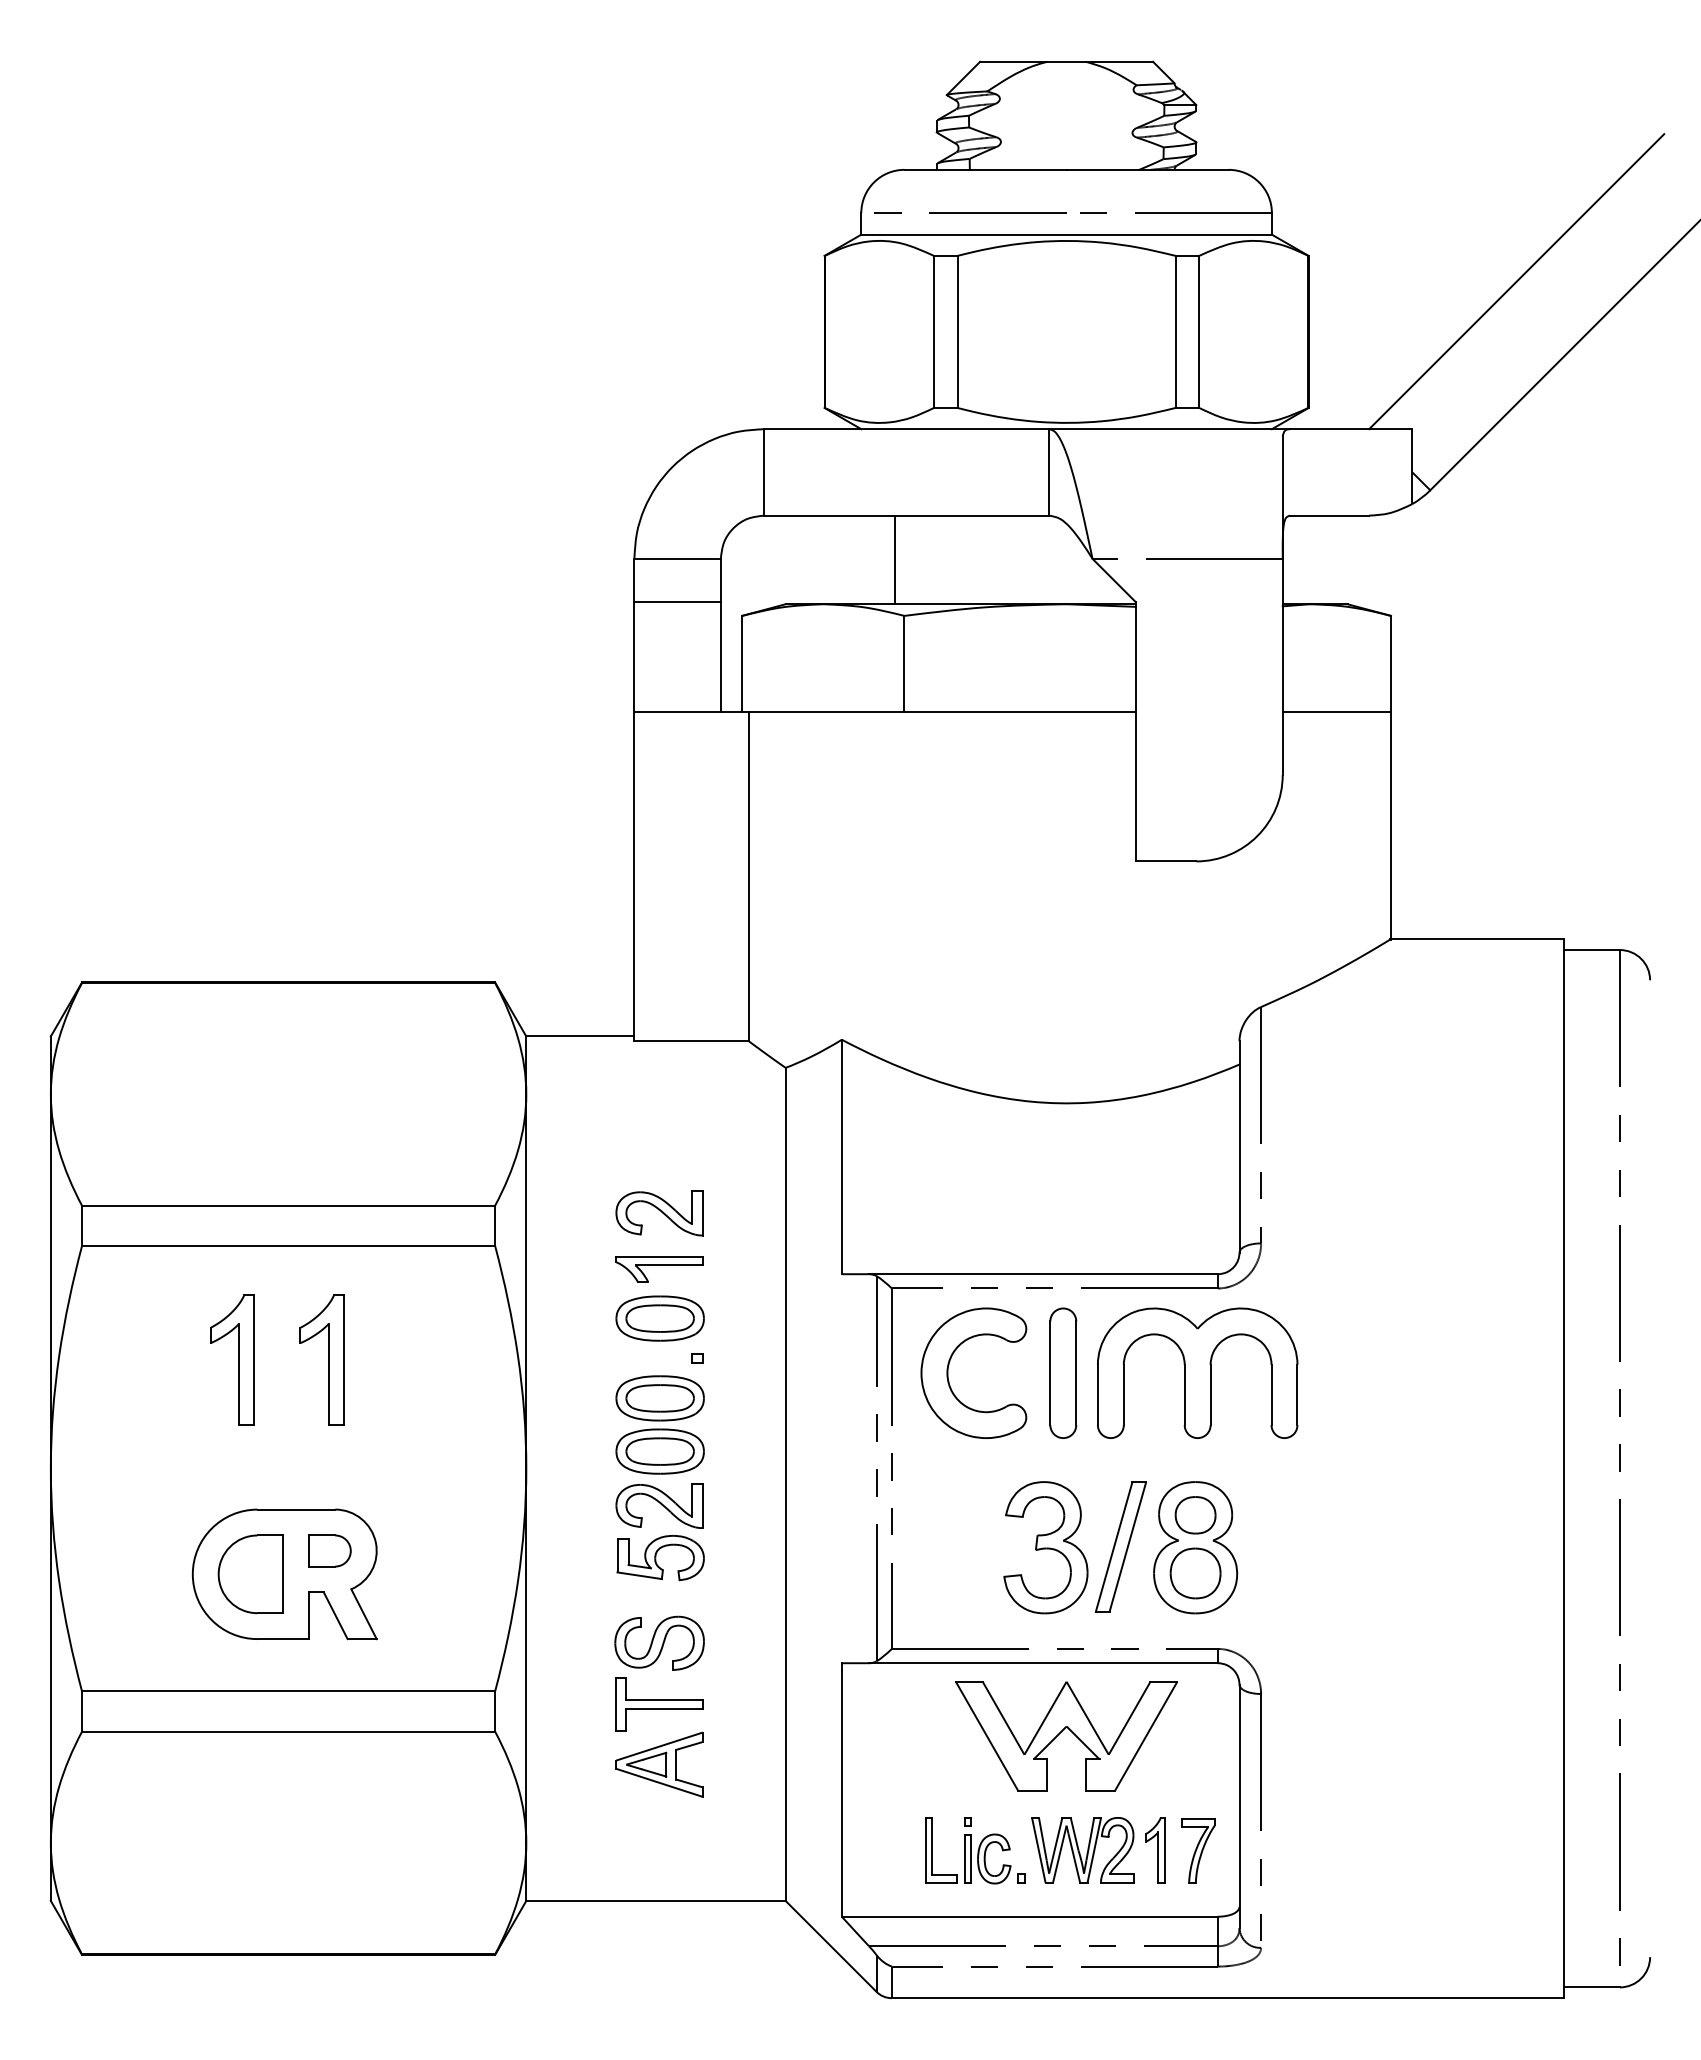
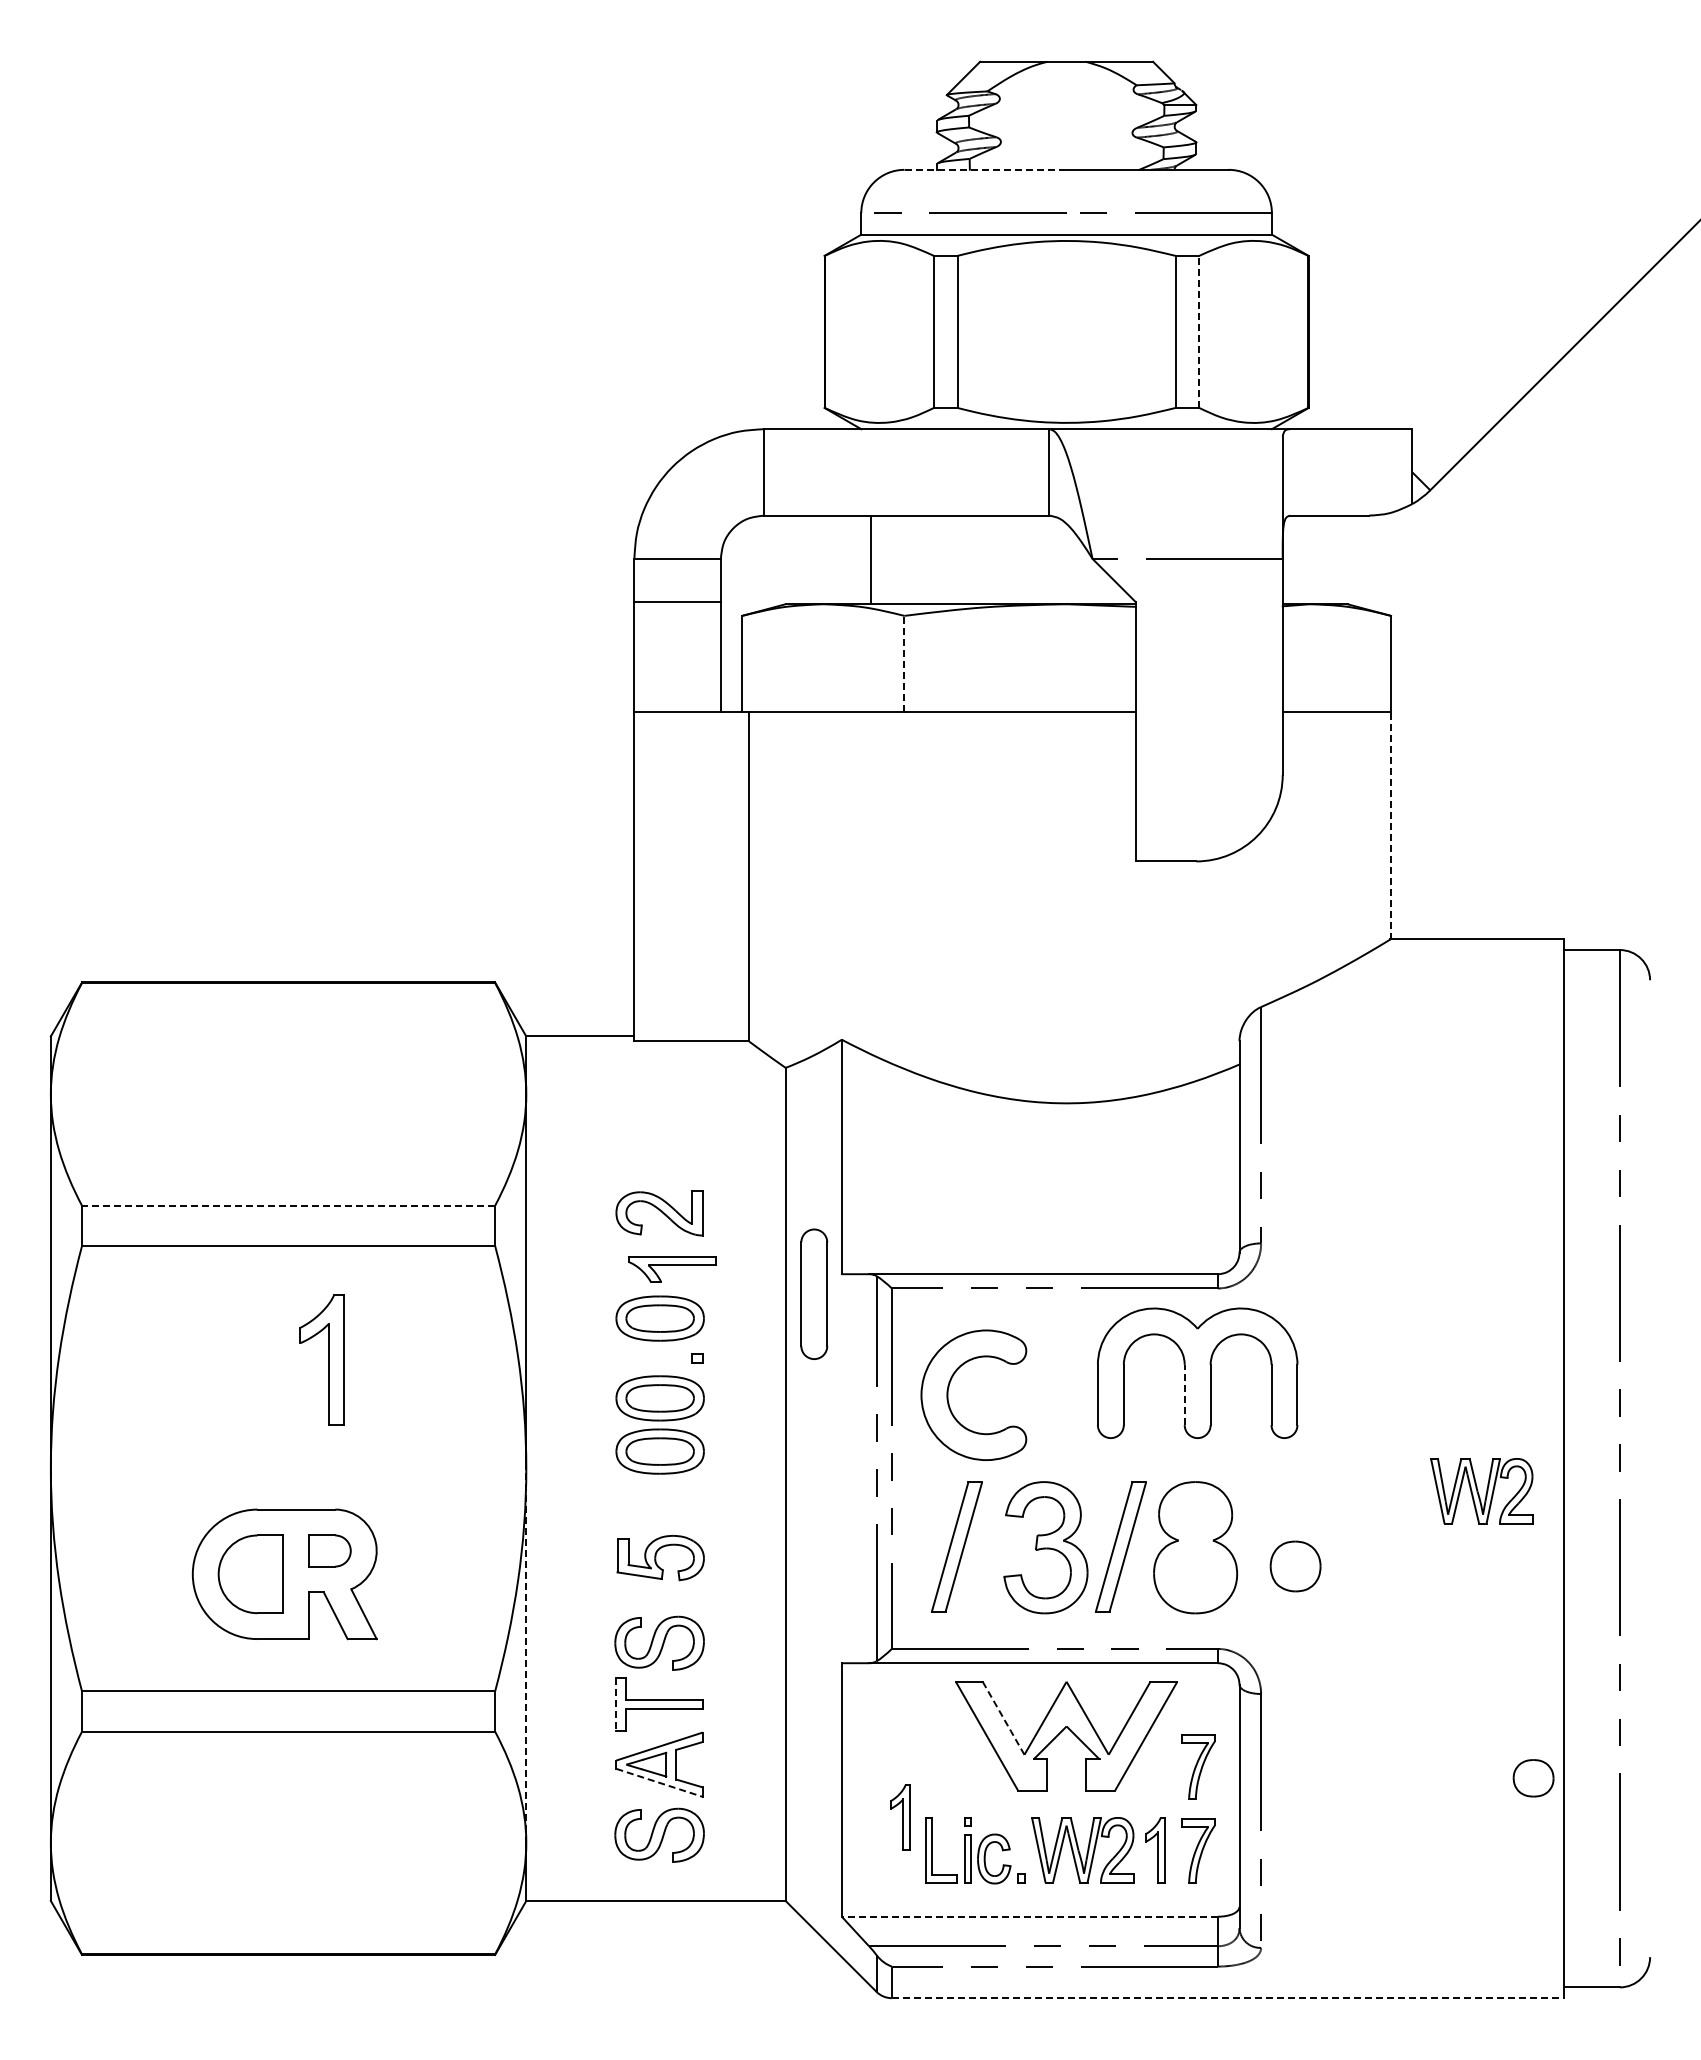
line at (986, 169): solid -> dashed
line at (1516, 281): present -> none
line at (1199, 331): solid -> dashed
line at (894, 559) position: (894, 559) -> (870, 559)
line at (904, 663): solid -> dashed
line at (1390, 825): solid -> dashed
line at (288, 1205): solid -> dashed
part at (659, 1269) position: (659, 1269) -> (672, 1269)
part at (232, 1359): present -> none
part at (949, 1365) position: (949, 1365) -> (949, 1387)
part at (1063, 1372) position: (1063, 1372) -> (814, 1293)
line at (1184, 1394): solid -> dashed
part at (1481, 1491): none -> present
part at (659, 1505): present -> none
part at (1195, 1515) position: (1195, 1515) -> (1533, 1778)
part at (956, 1546): none -> present
part at (1195, 1573) position: (1195, 1573) -> (1295, 1566)
line at (526, 1655): solid -> dashed
line at (616, 1704): solid -> dashed
line at (1003, 1718): solid -> dashed
part at (1198, 1766): none -> present
line at (660, 1783): solid -> dashed
part at (900, 1817): none -> present
part at (659, 1834): none -> present
line at (1029, 1916): solid -> dashed
line at (1227, 1998): solid -> dashed
